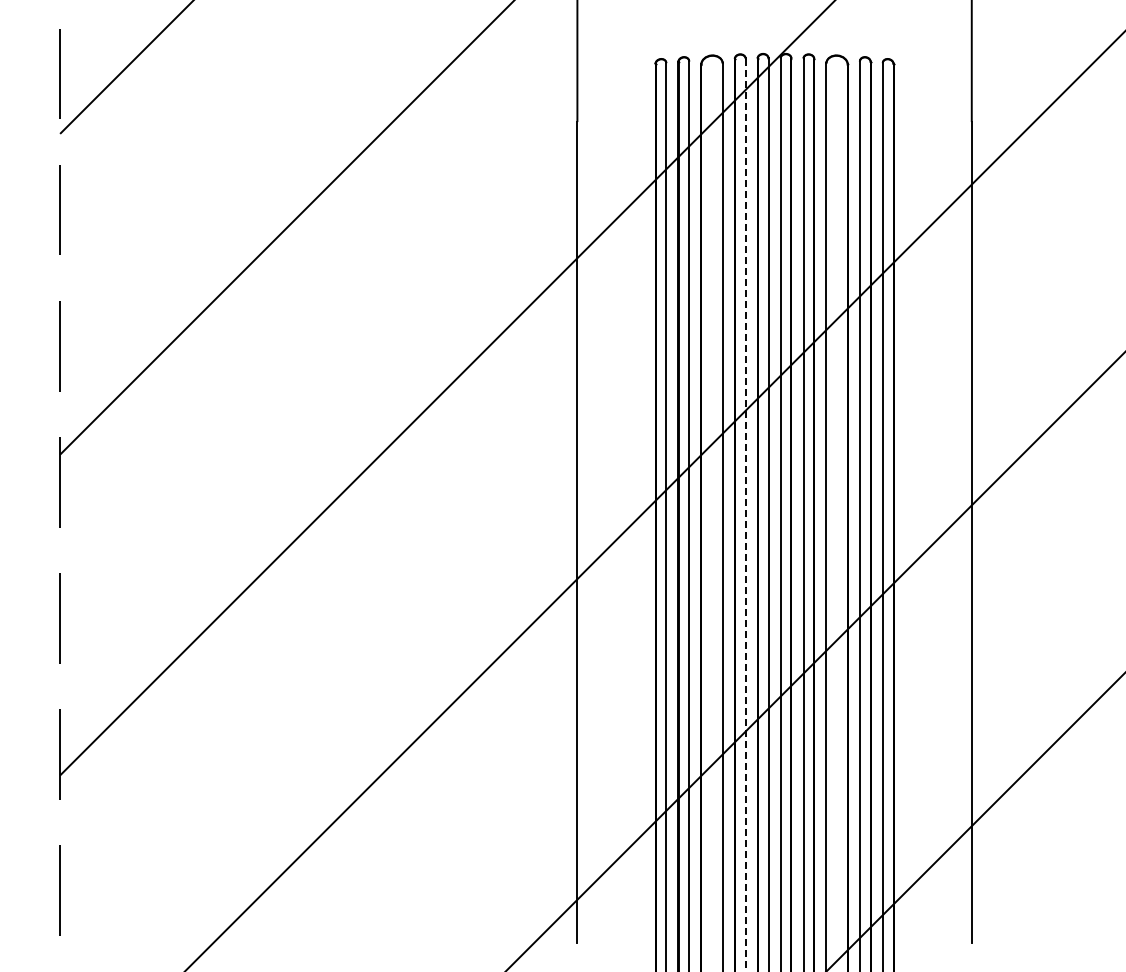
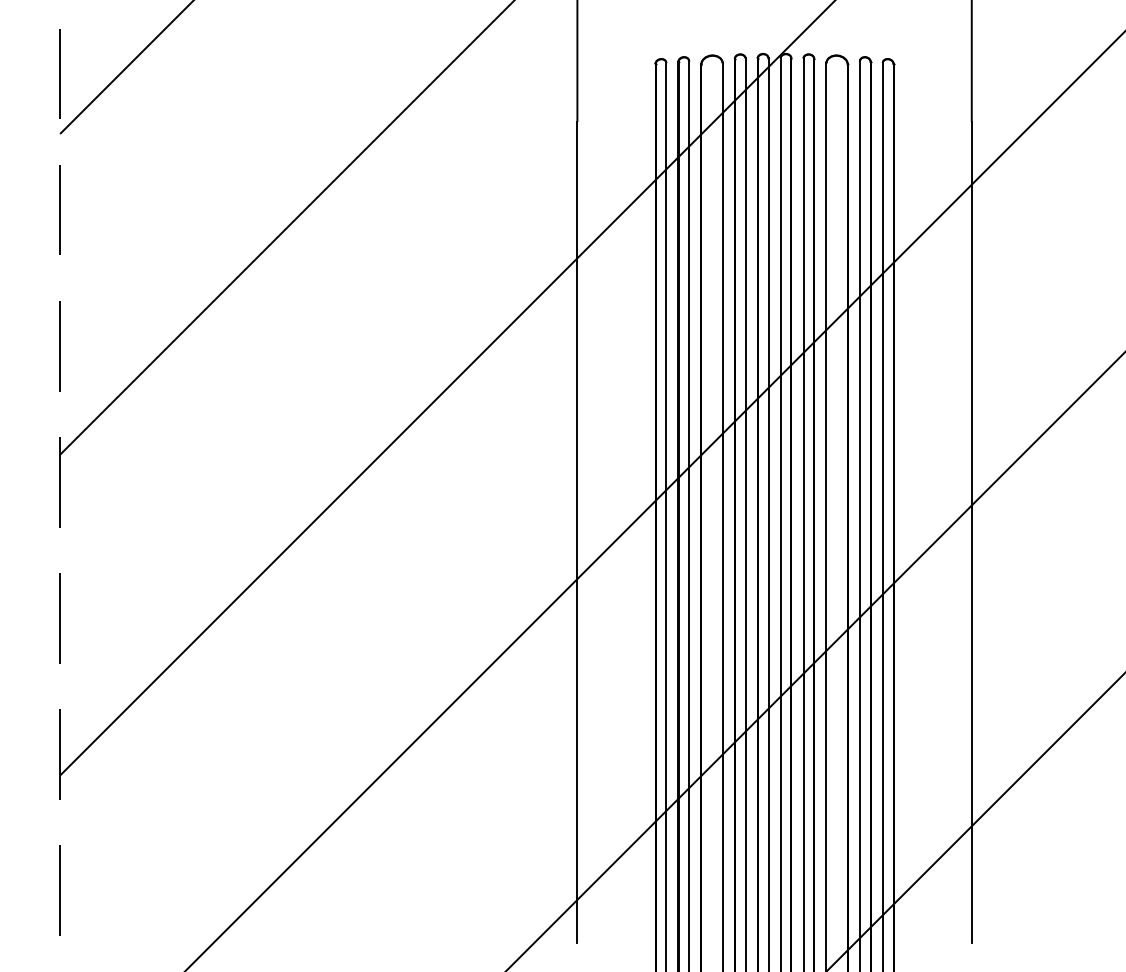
line at (745, 515): dashed -> solid
